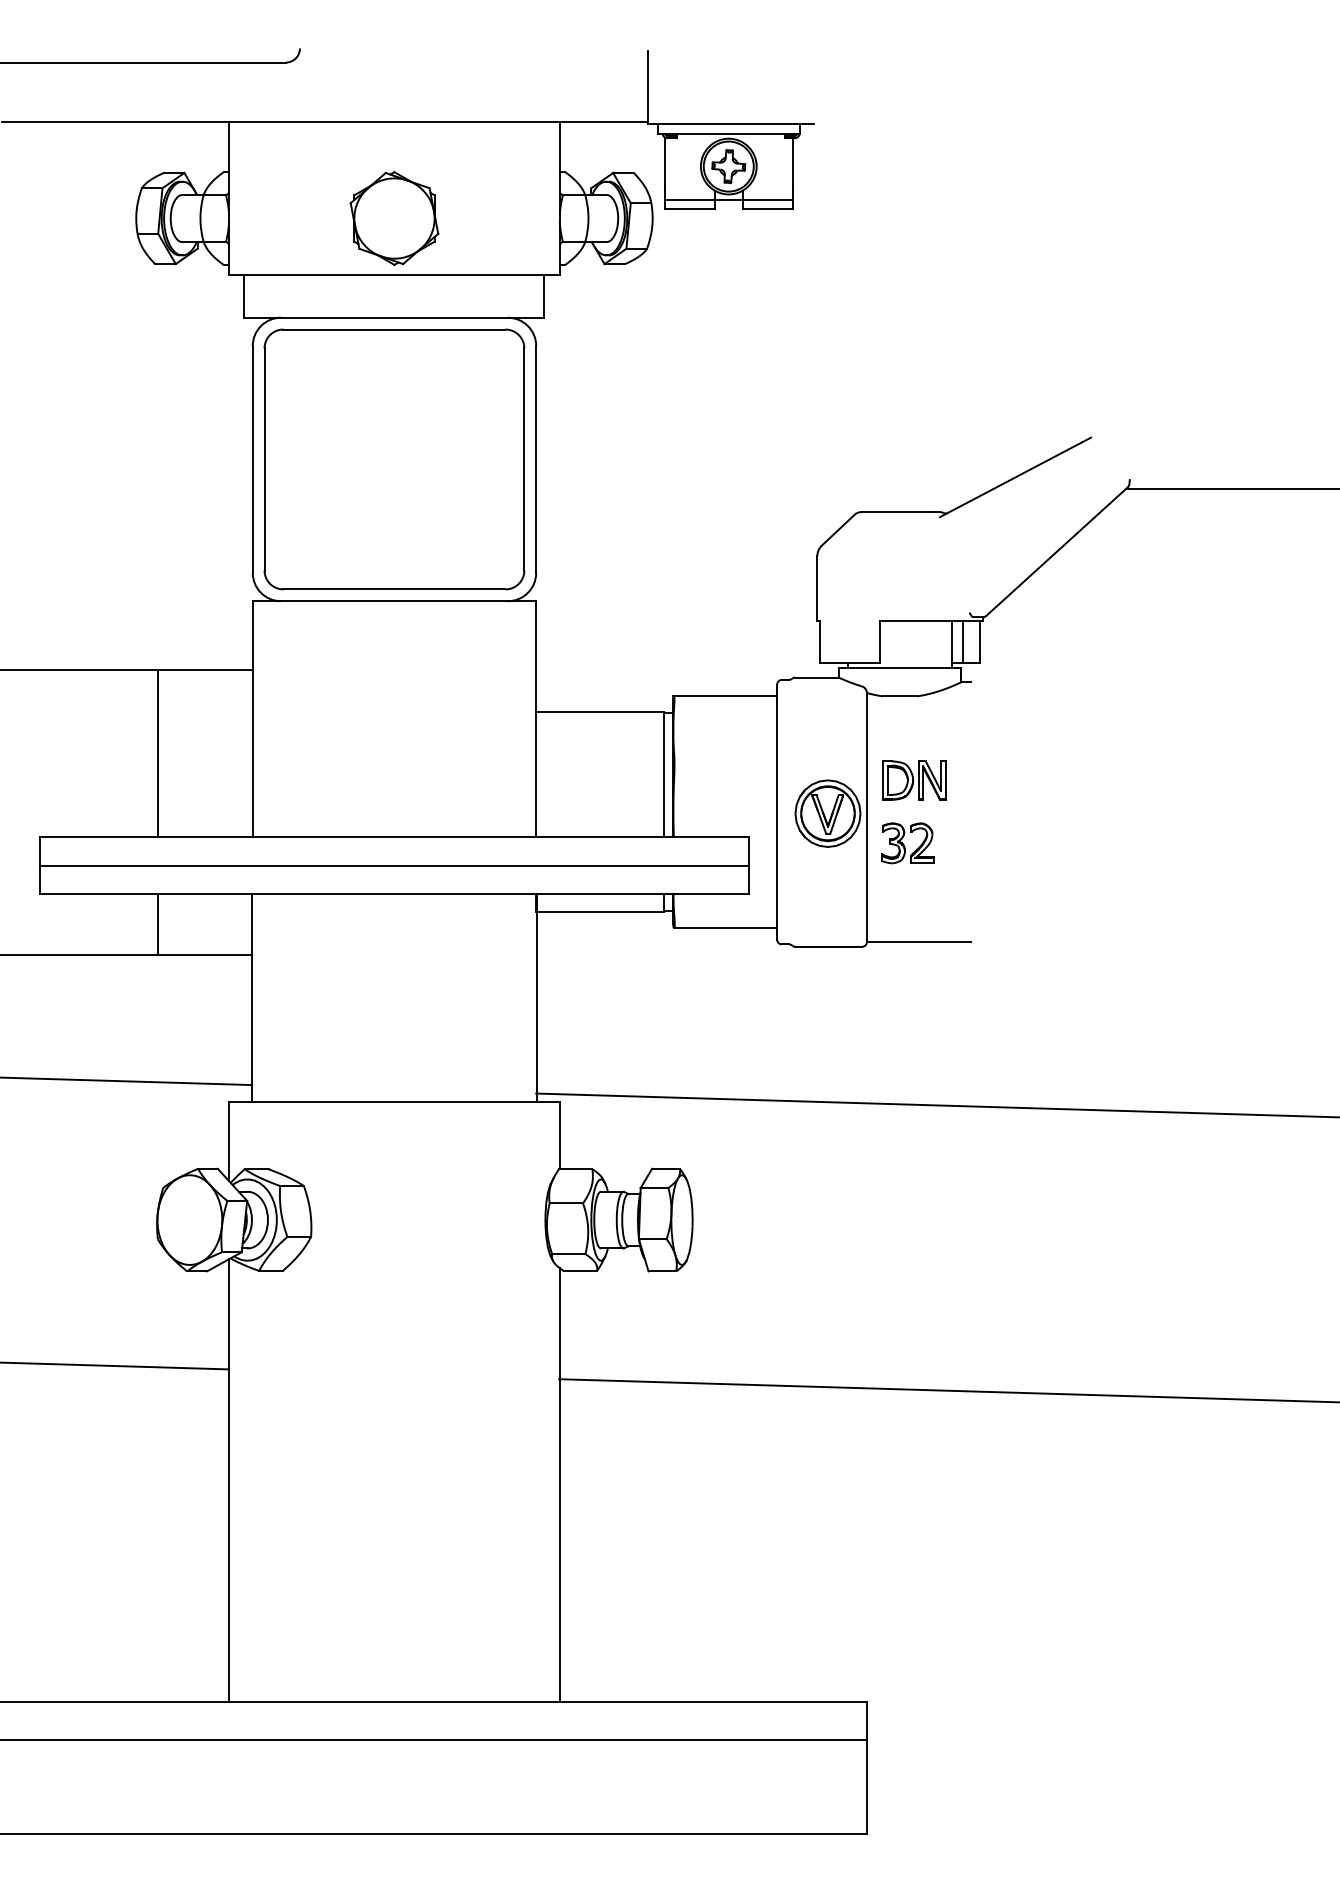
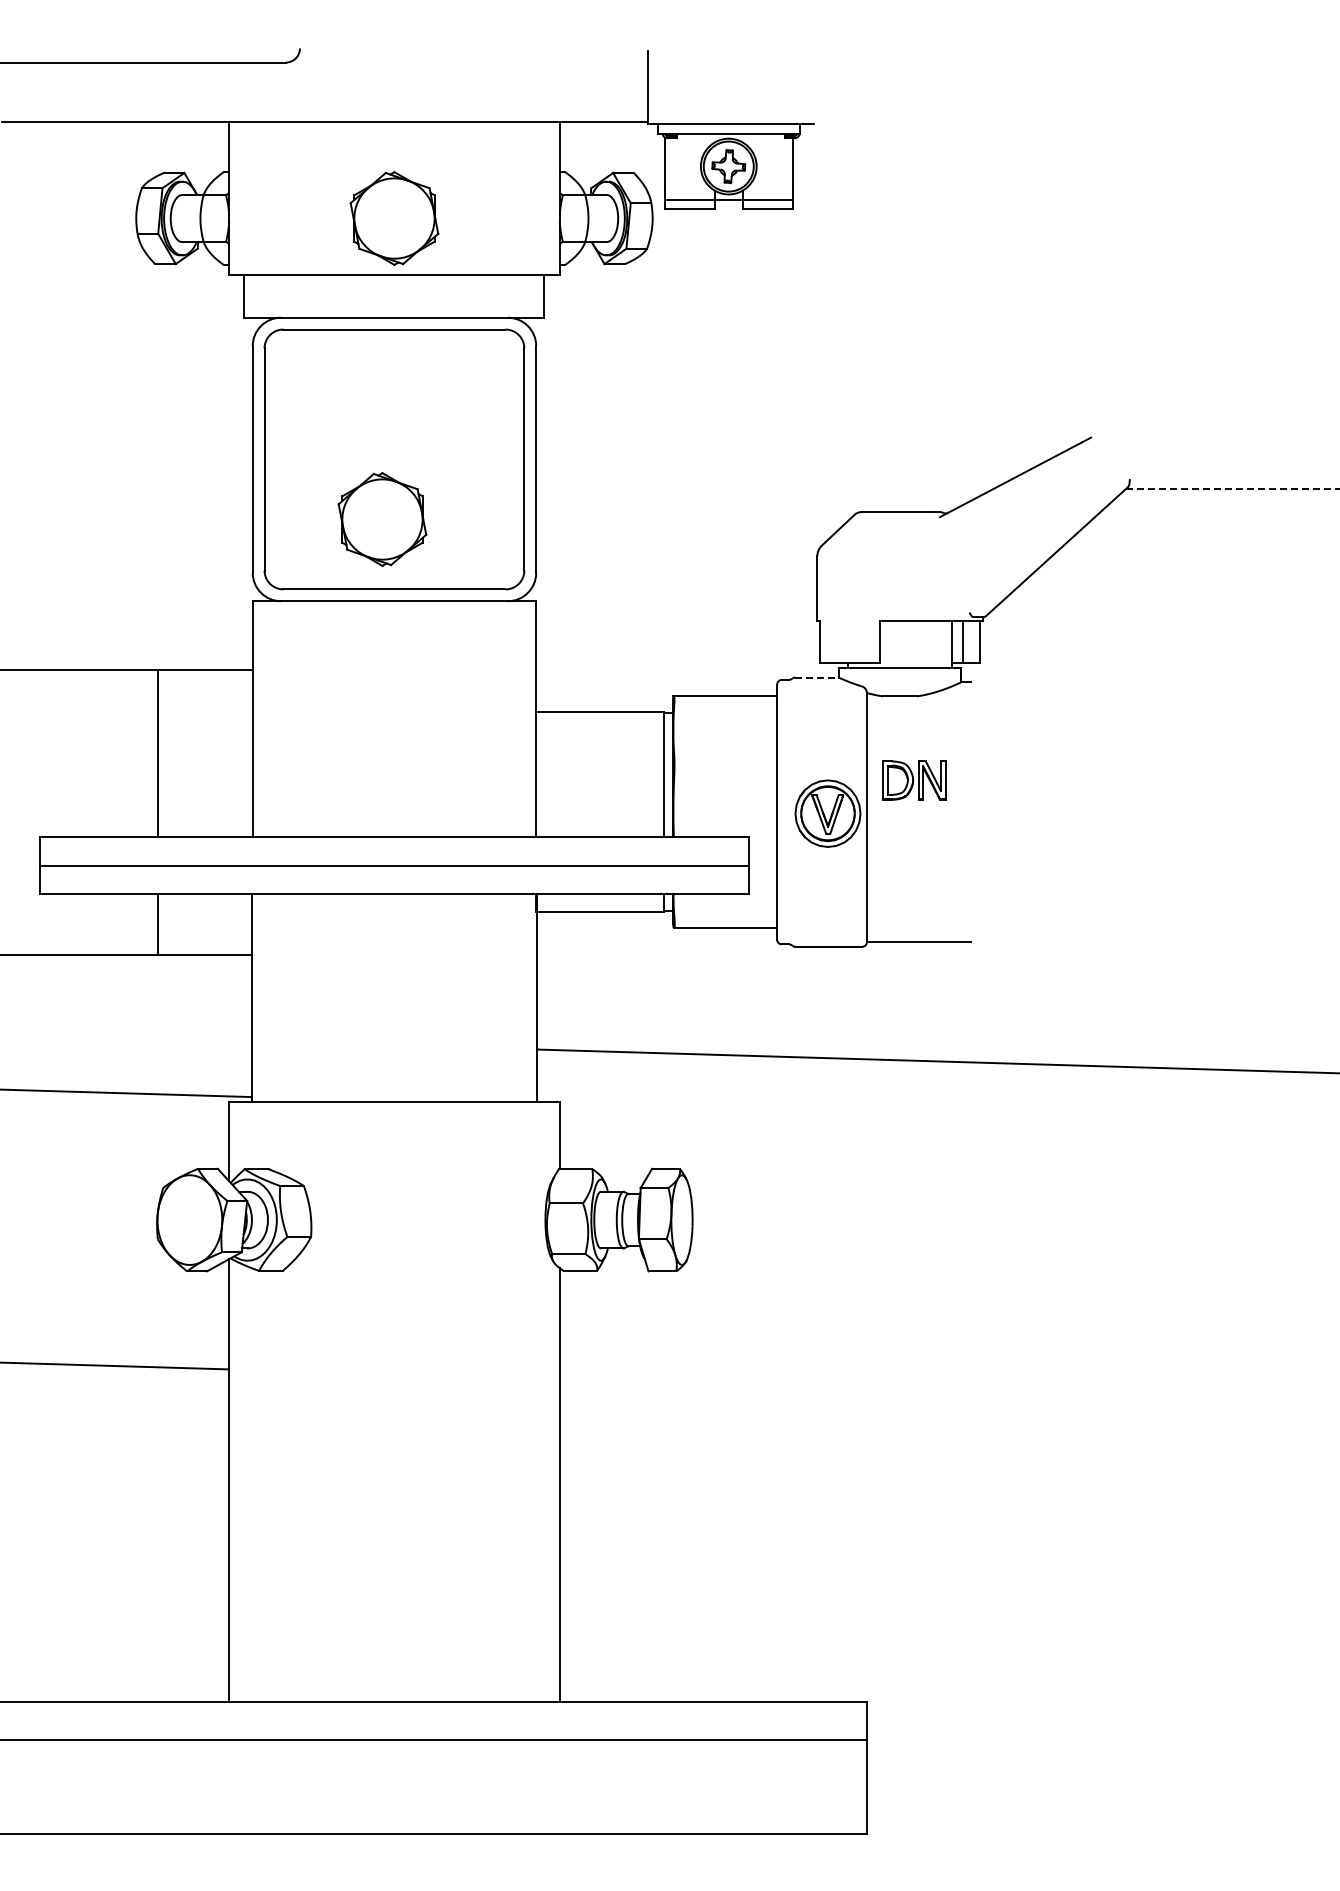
line at (1233, 488): solid -> dashed
part at (382, 519): none -> present
line at (816, 677): solid -> dashed
part at (907, 843): present -> none
line at (127, 1081) position: (127, 1081) -> (127, 1093)
line at (936, 1105) position: (936, 1105) -> (936, 1061)
line at (947, 1390): present -> none
